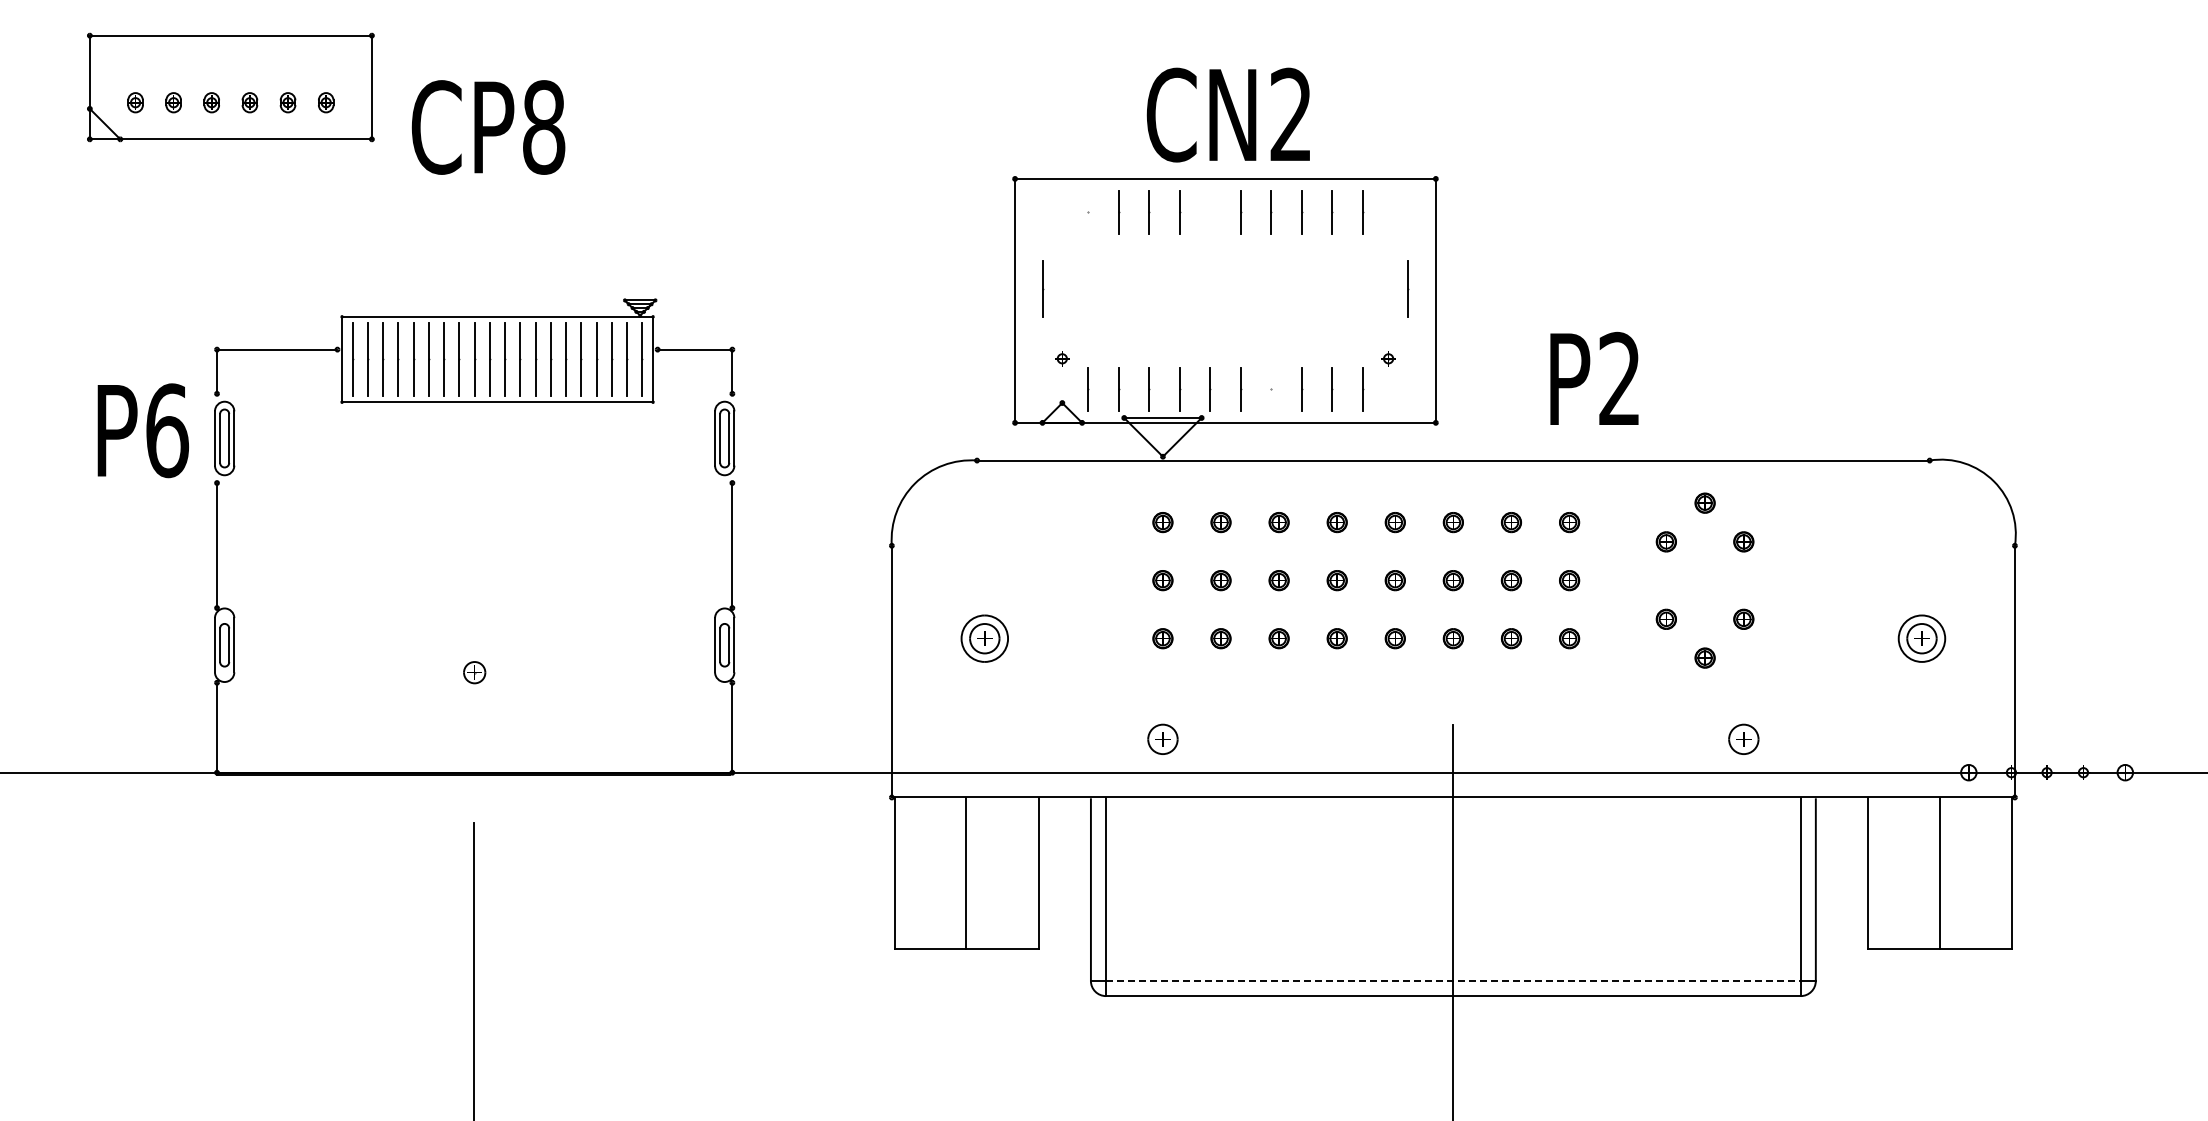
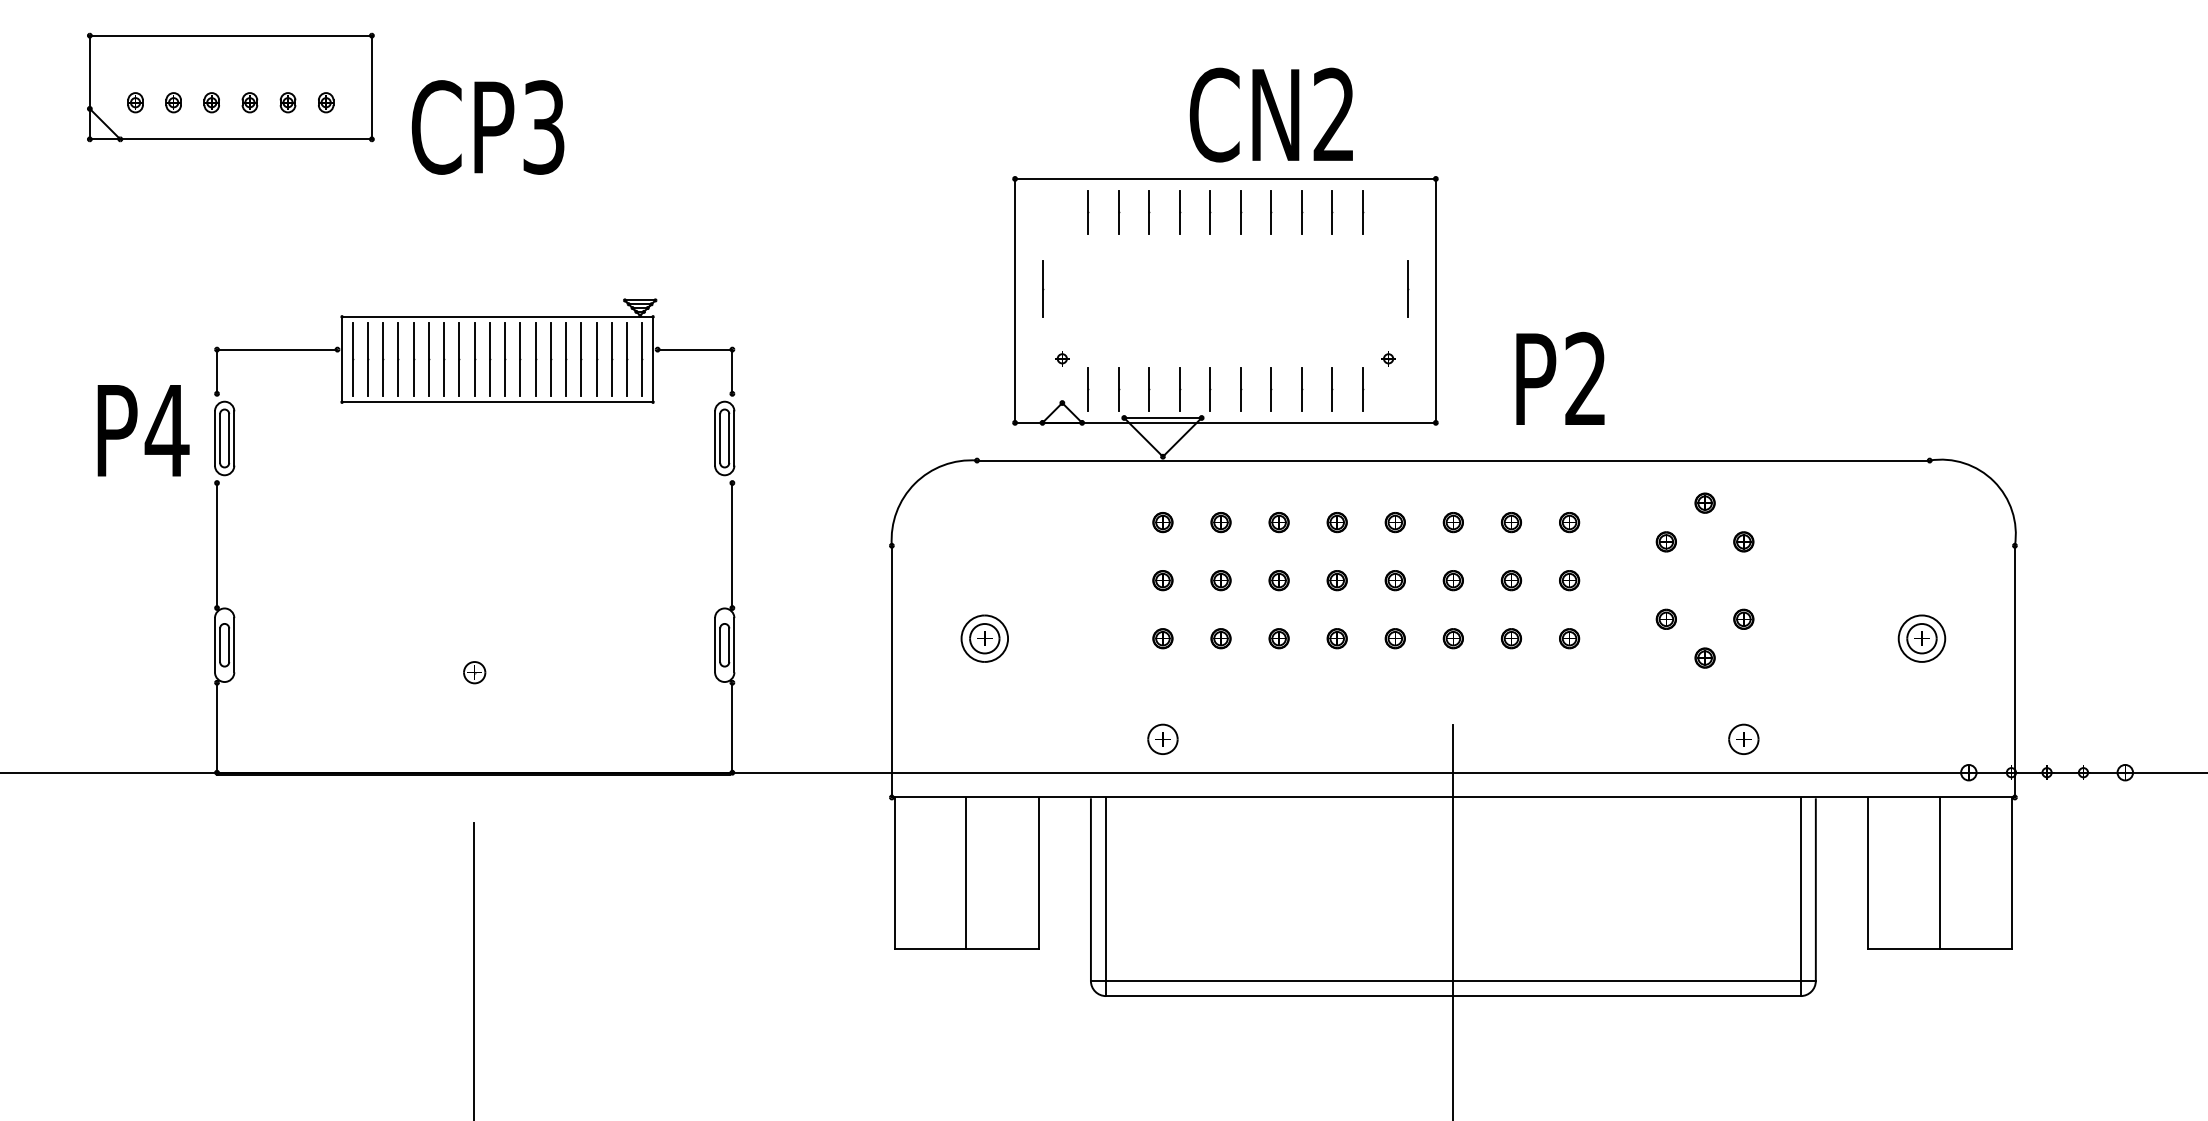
text at (1227, 114) position: (1227, 114) -> (1270, 114)
text at (544, 127): CP8 -> CP3
line at (1088, 212): none -> present
line at (1210, 212): none -> present
text at (1594, 377) position: (1594, 377) -> (1560, 377)
line at (1271, 389): none -> present
text at (166, 430): P6 -> P4
line at (1453, 981): dashed -> solid
